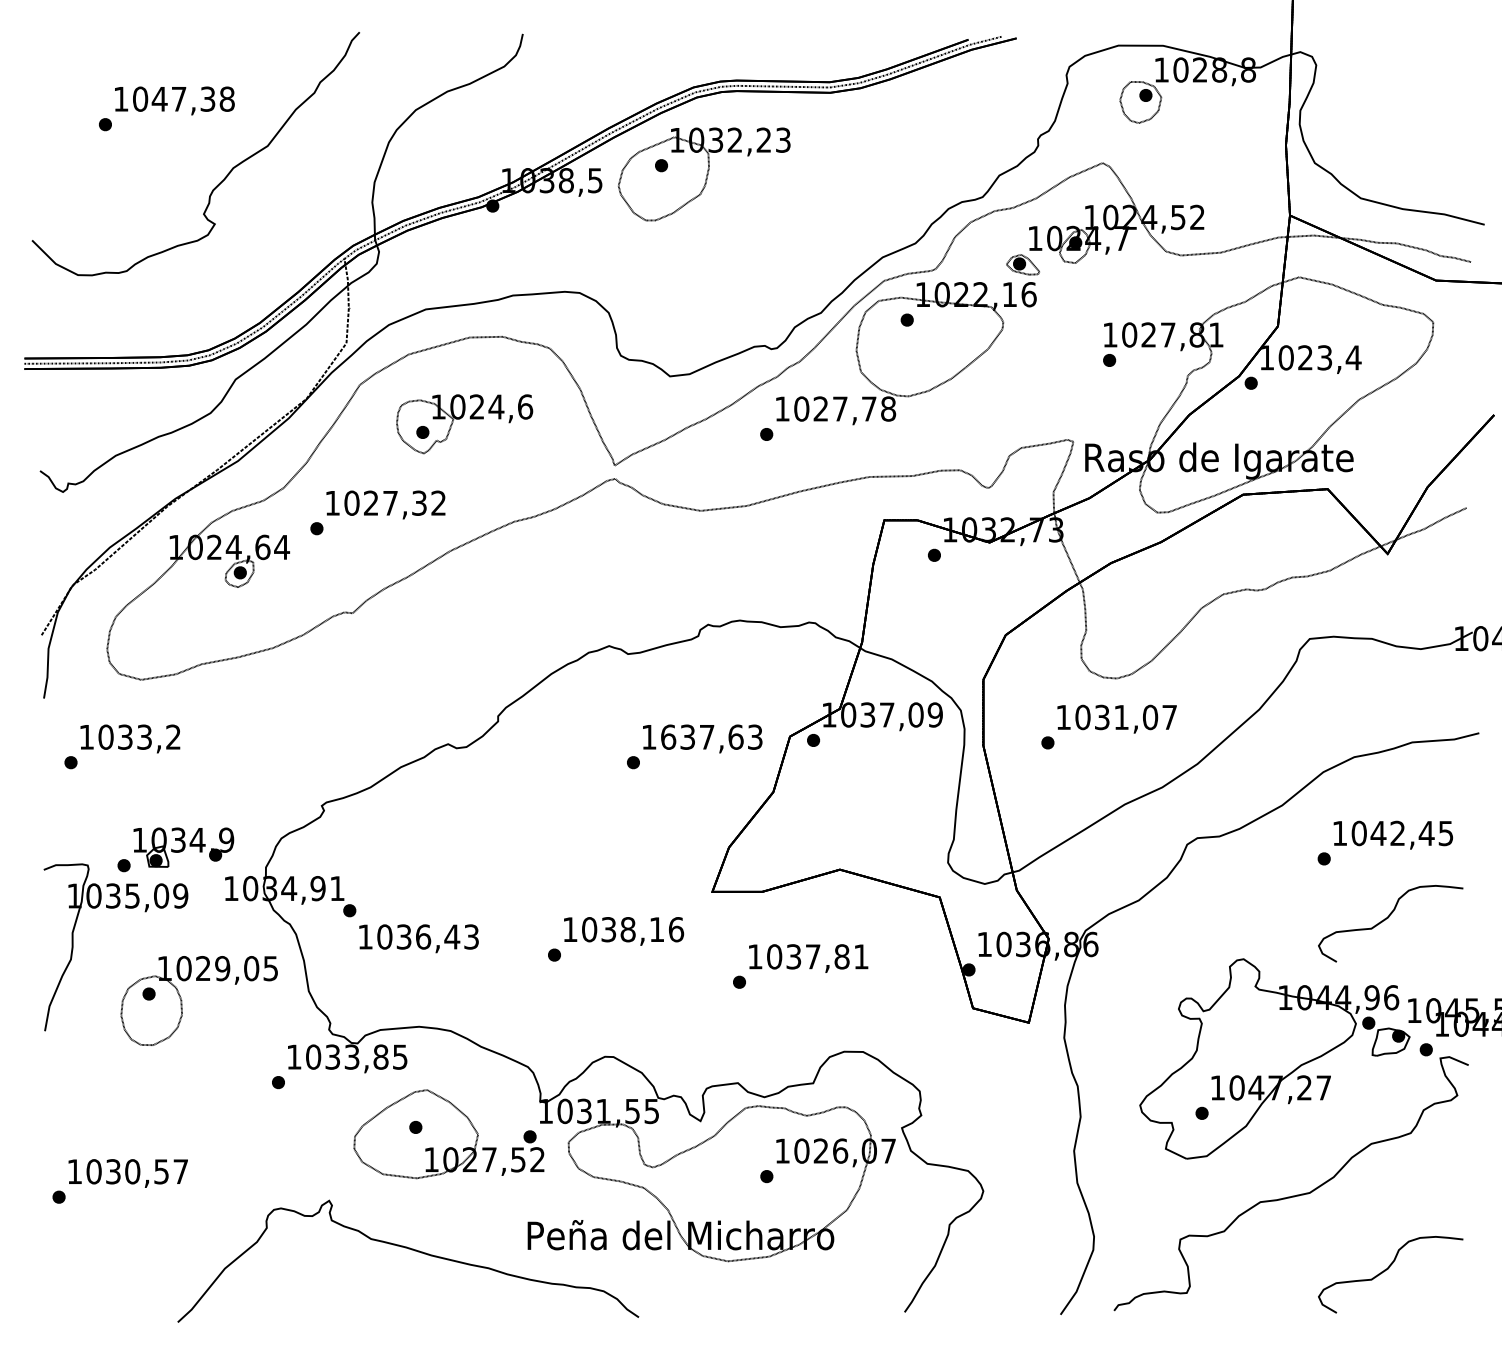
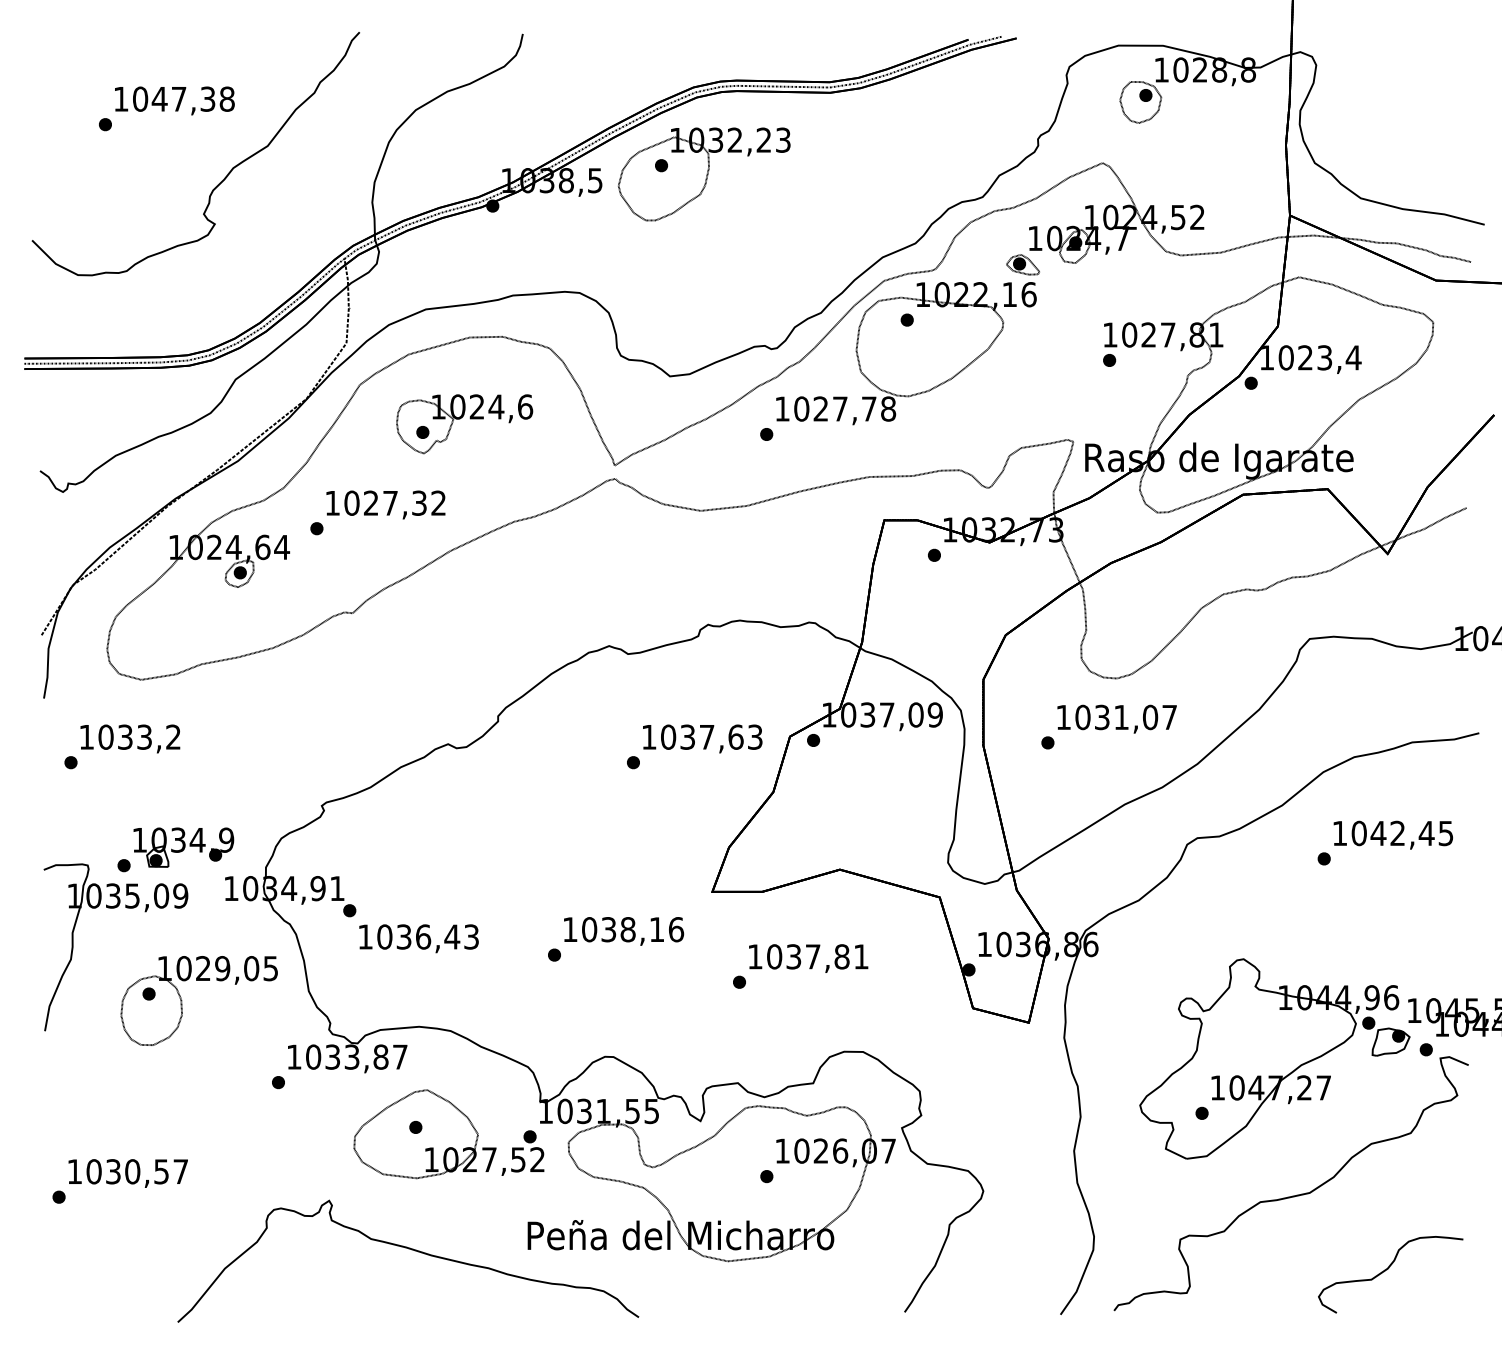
text at (668, 736): 1637,63 -> 1037,63
curve at (1388, 918): present -> none
text at (400, 1056): 1033,85 -> 1033,87
